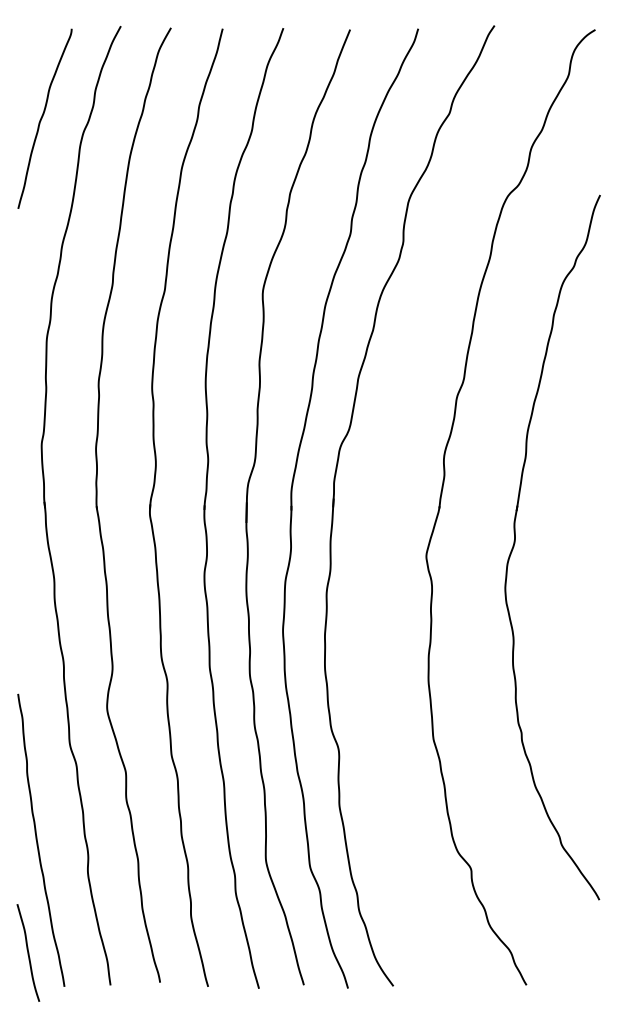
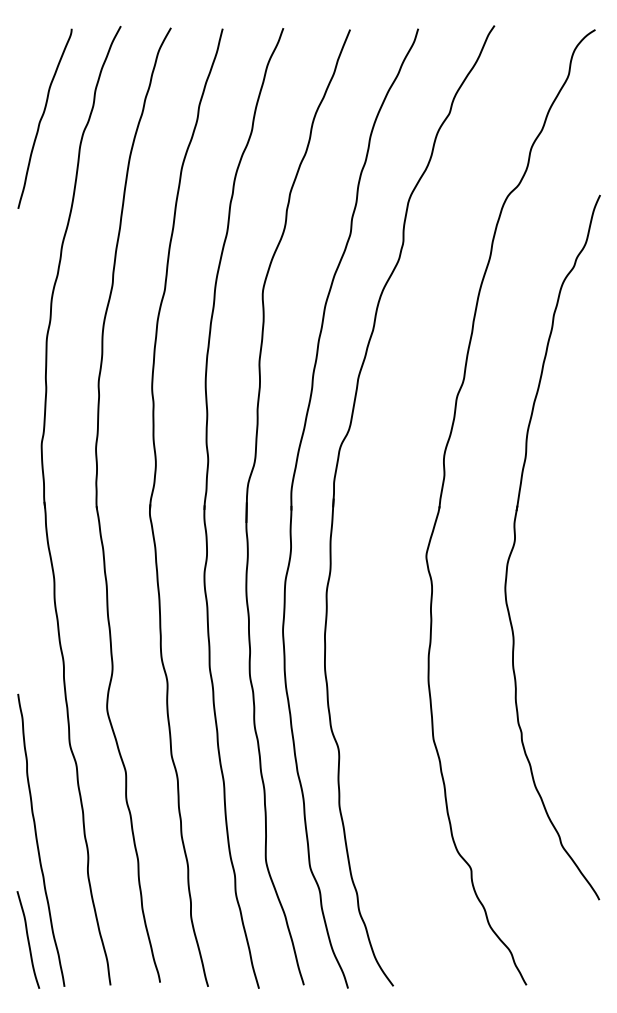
curve at (28, 952) position: (28, 952) -> (28, 939)
